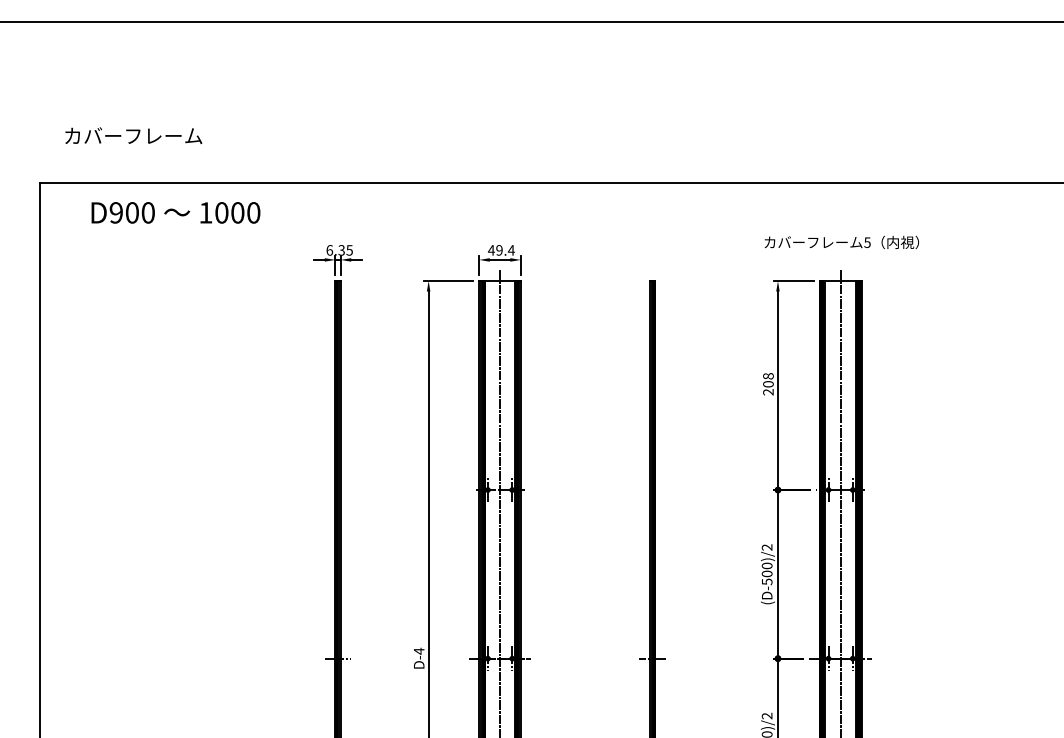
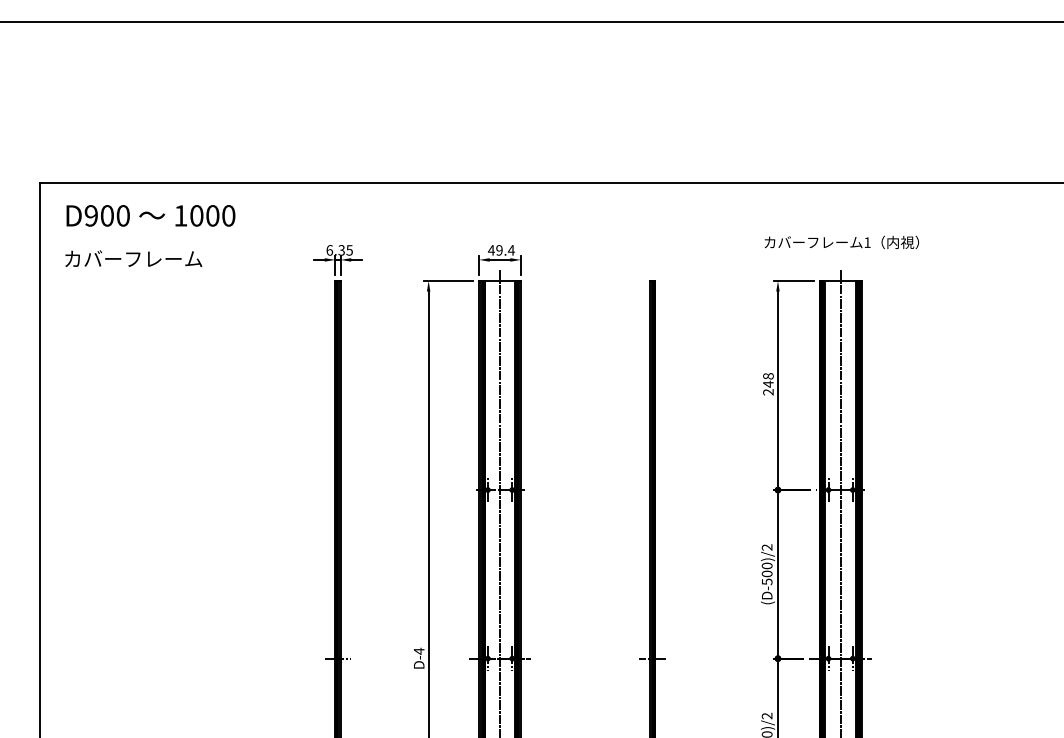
text at (133, 135) position: (133, 135) -> (133, 258)
text at (175, 212) position: (175, 212) -> (150, 215)
text at (867, 242): 5 -> 1
text at (768, 383): 208 -> 248
